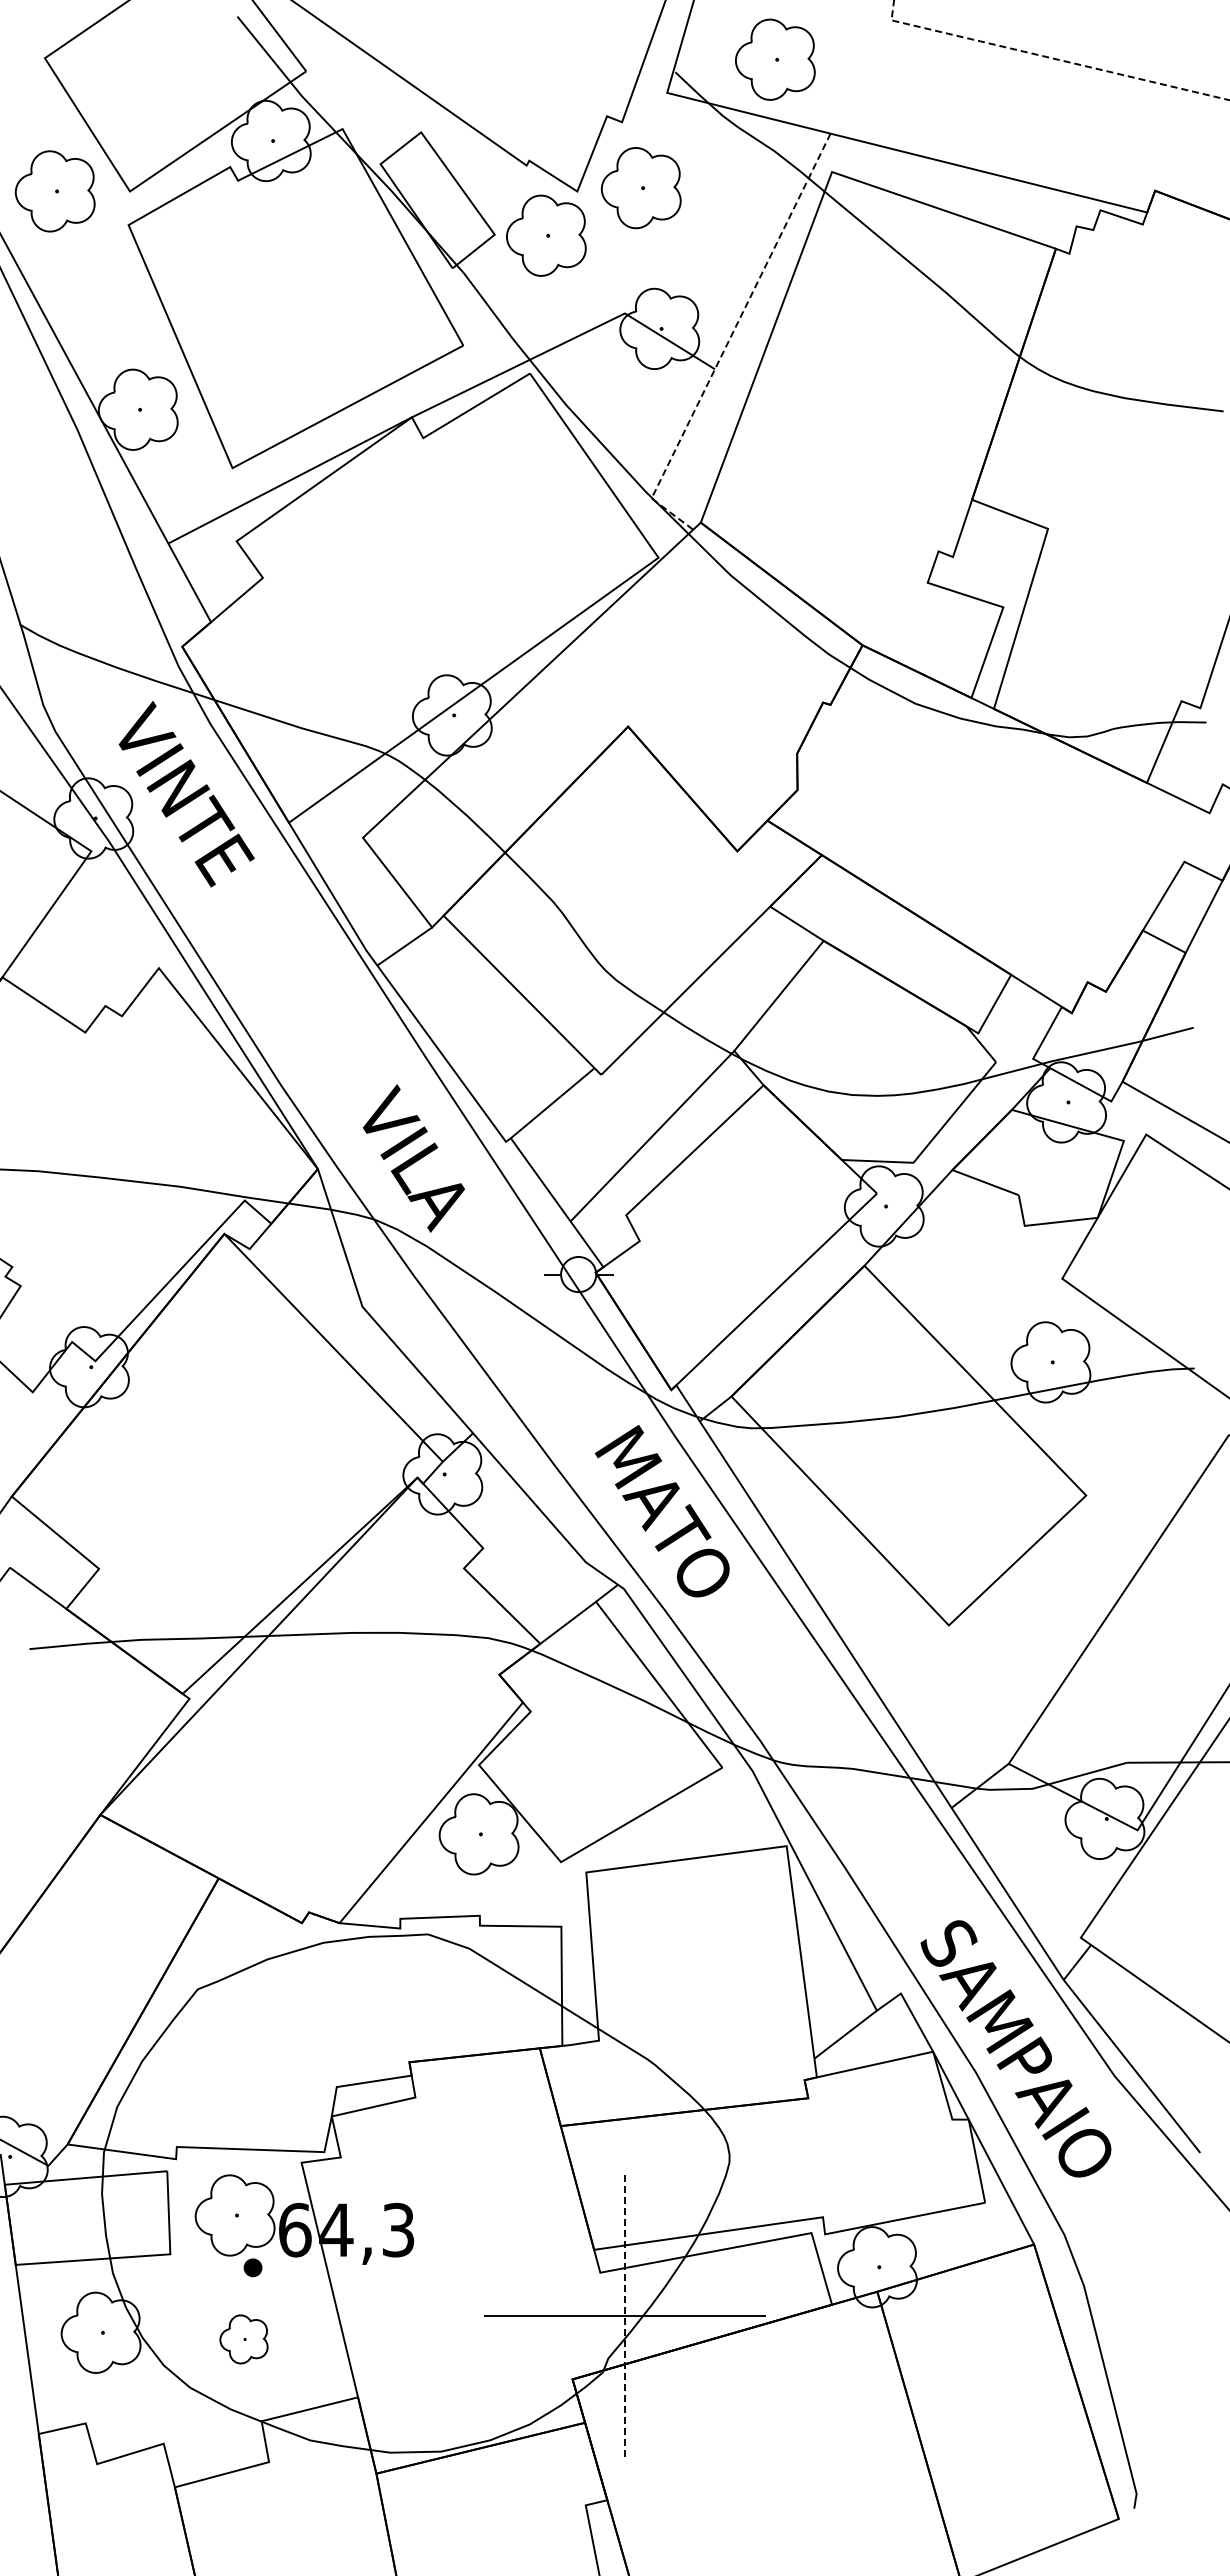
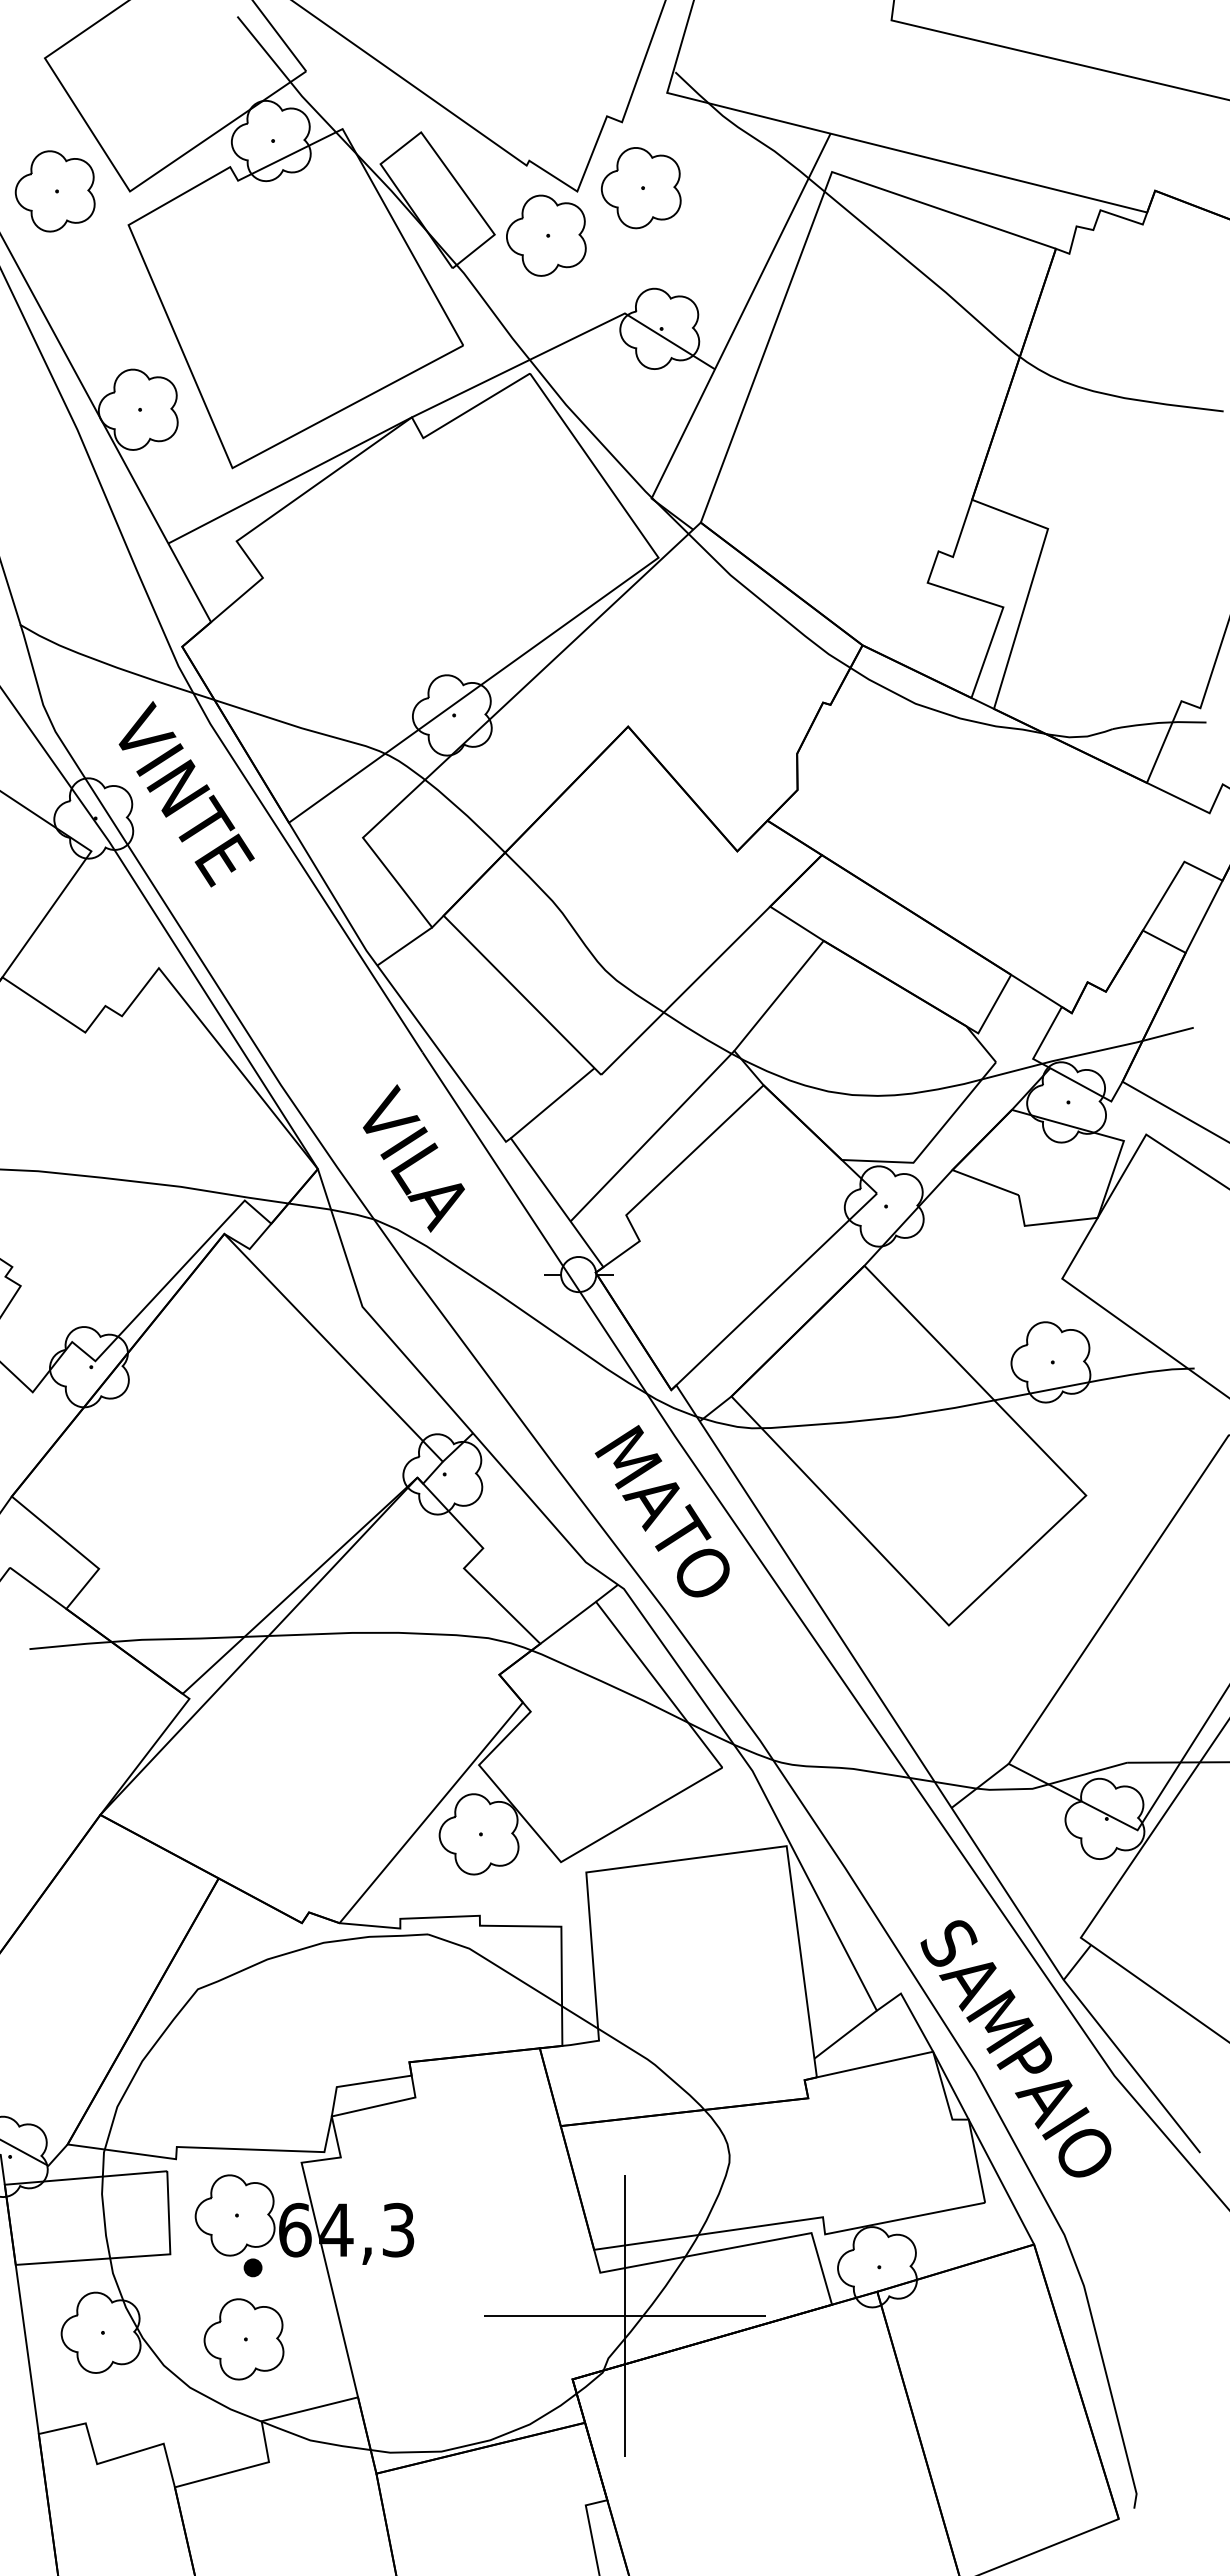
line at (1050, 57): dashed -> solid
part at (775, 59): present -> none
line at (729, 340): dashed -> solid
line at (624, 2315): dashed -> solid
part at (243, 2339) size: 50x51 px -> 82x83 px
